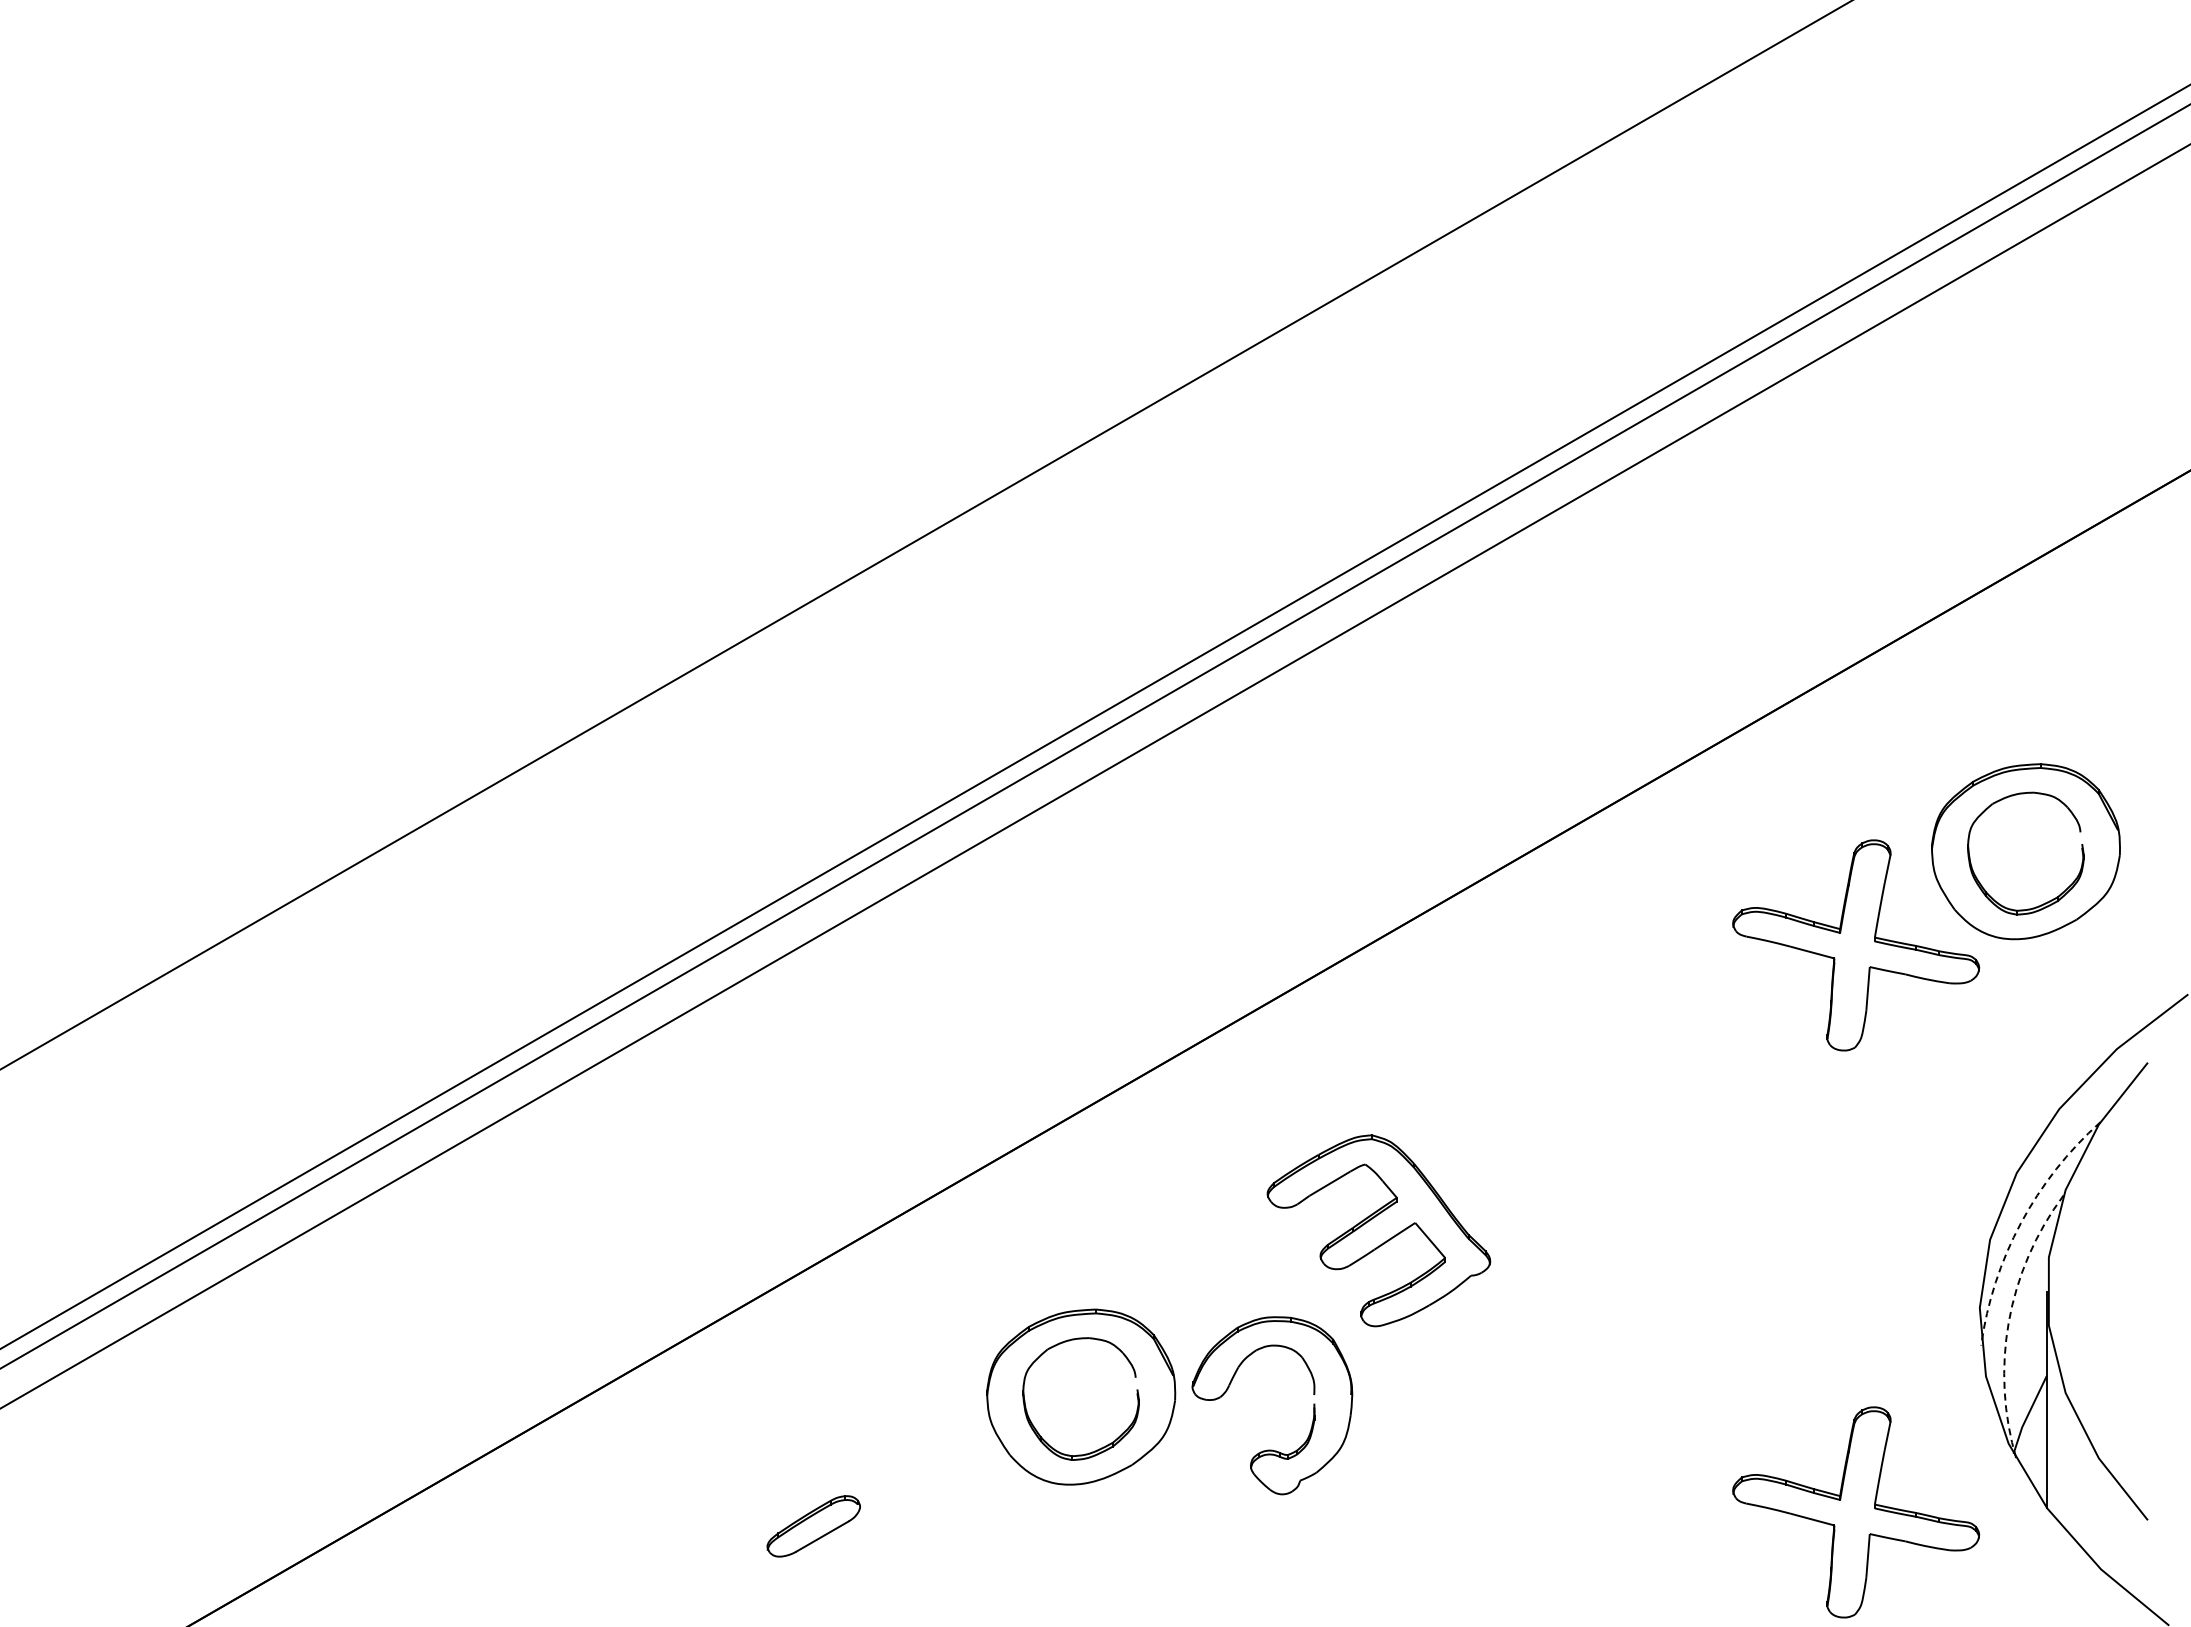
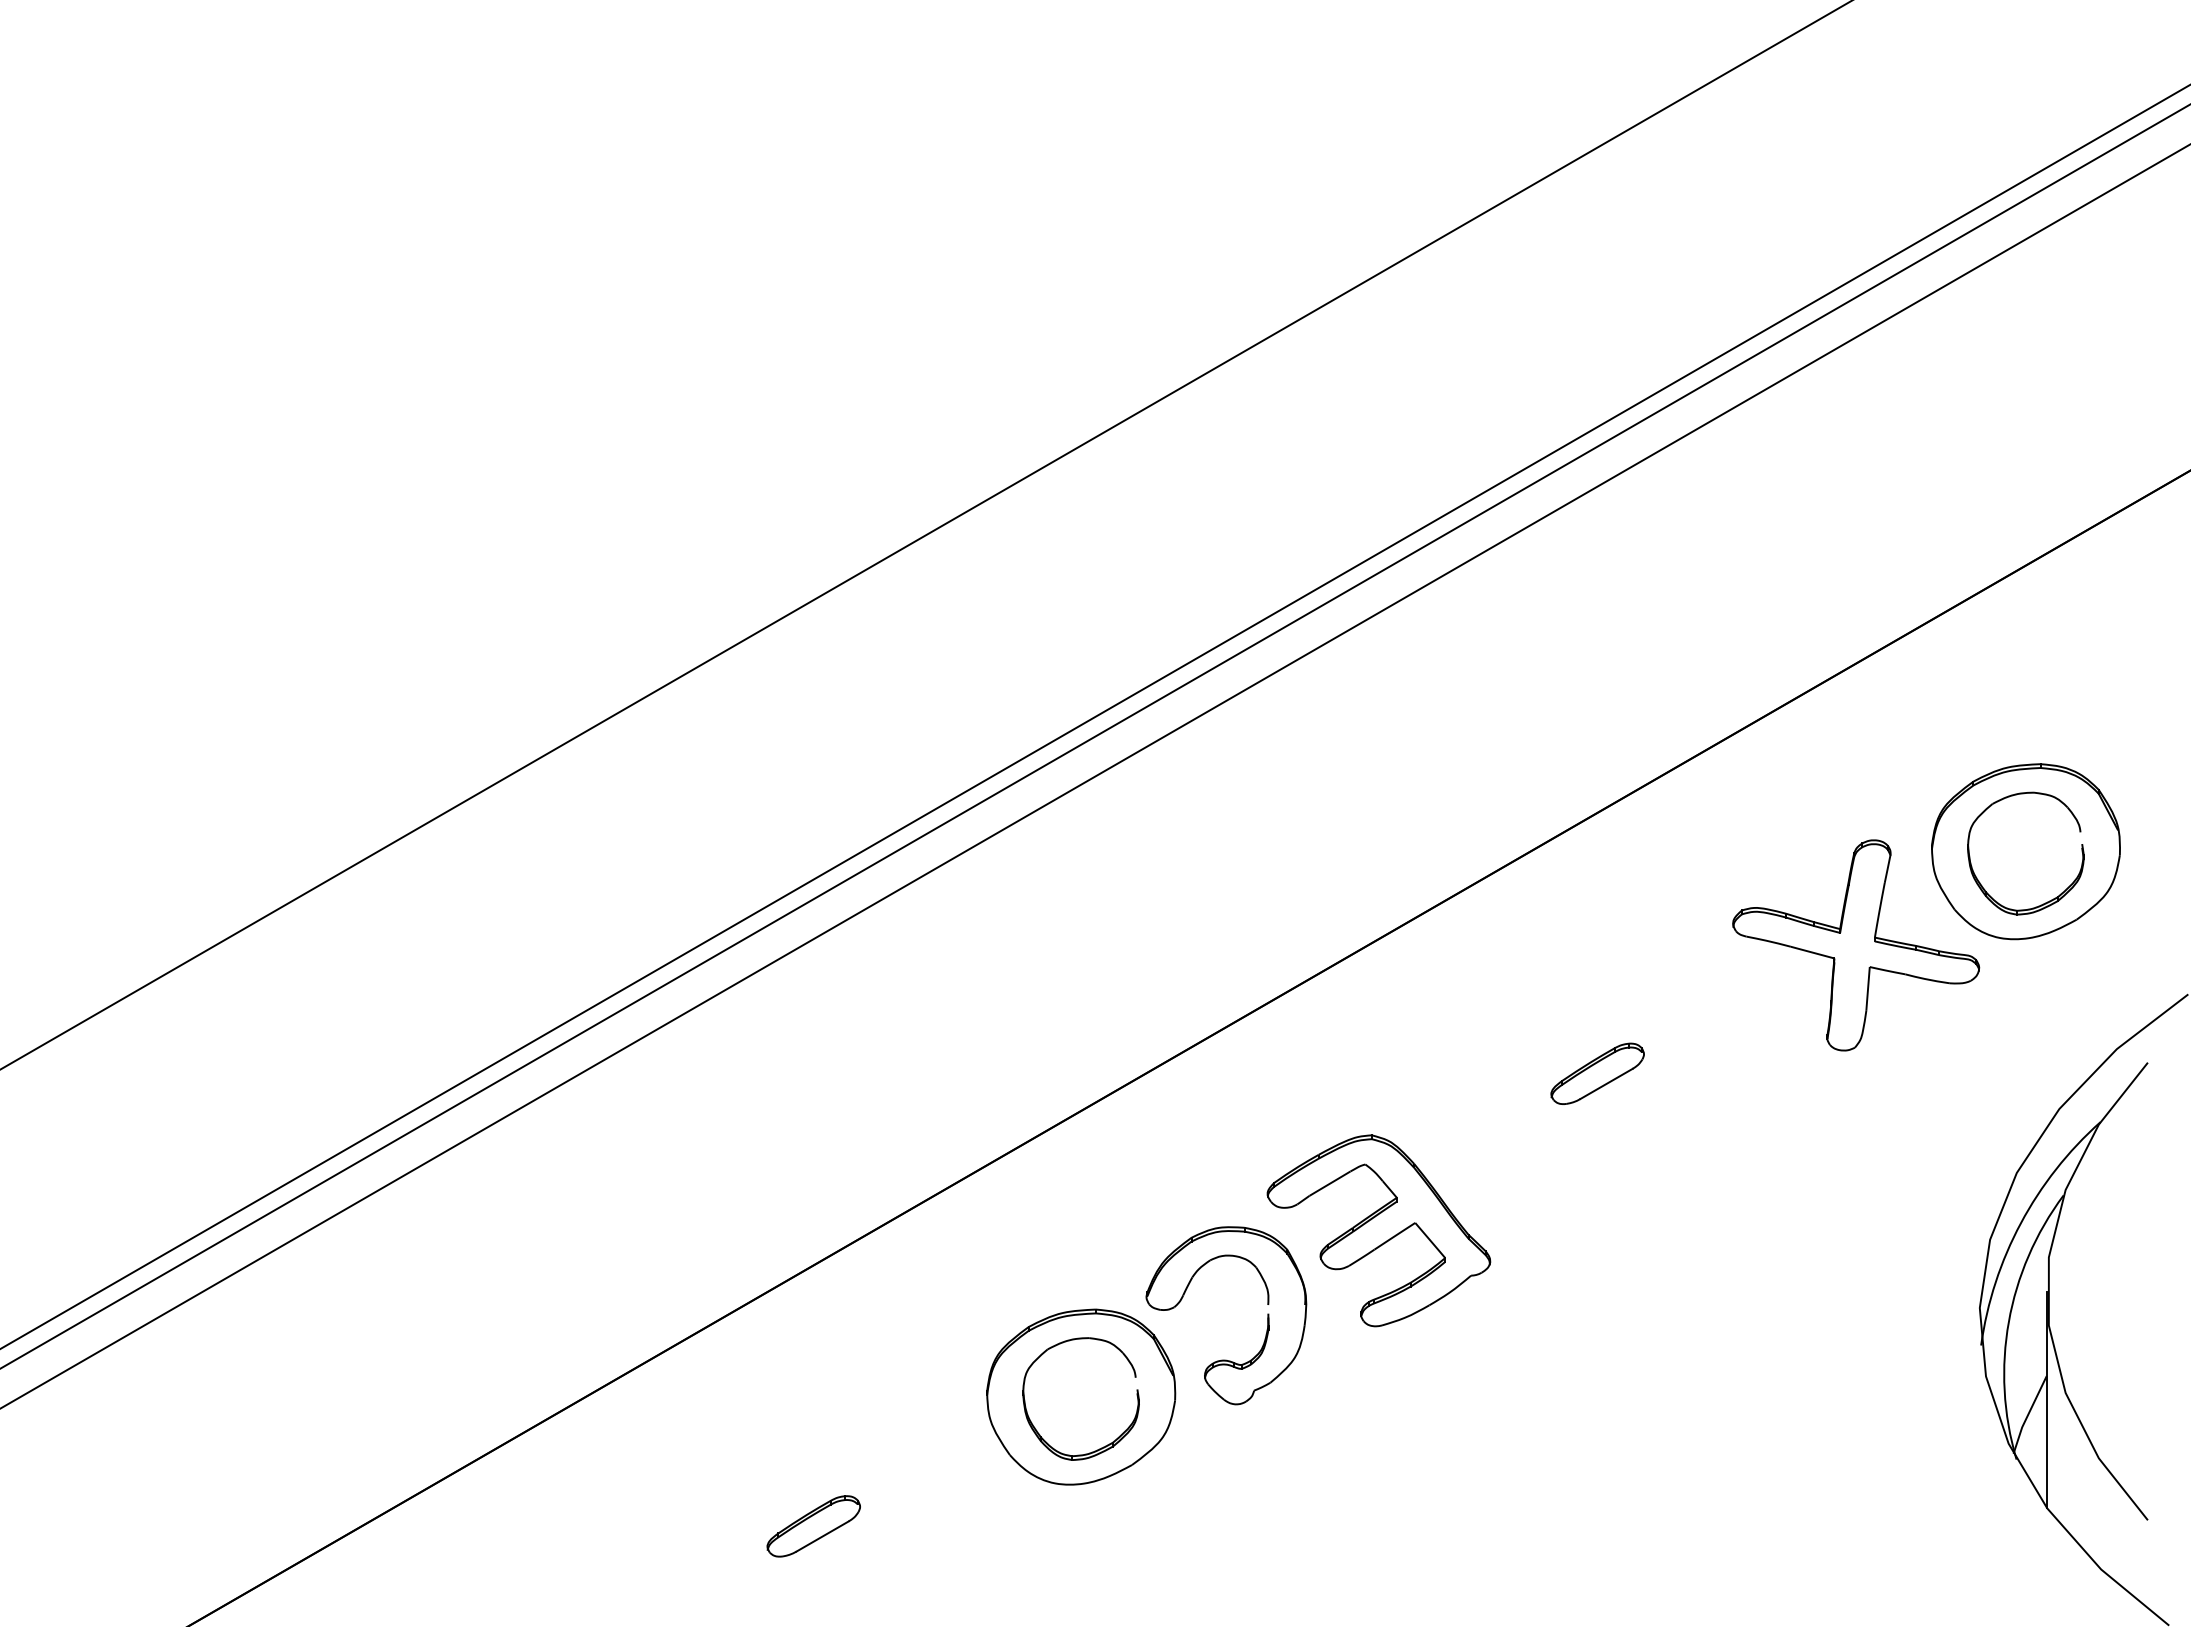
part at (1597, 1073): none -> present
arc at (2020, 1223): dashed -> solid
arc at (2008, 1321): dashed -> solid
part at (1313, 1405) position: (1313, 1405) -> (1267, 1315)
part at (1856, 1512): present -> none
